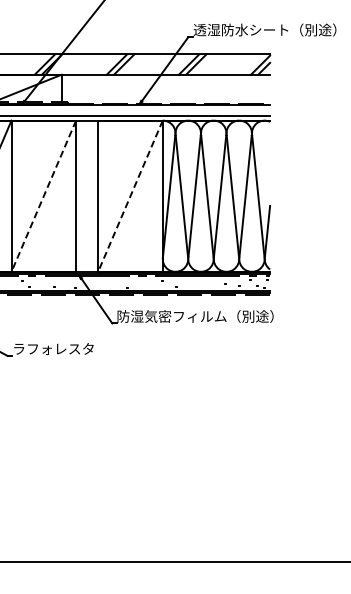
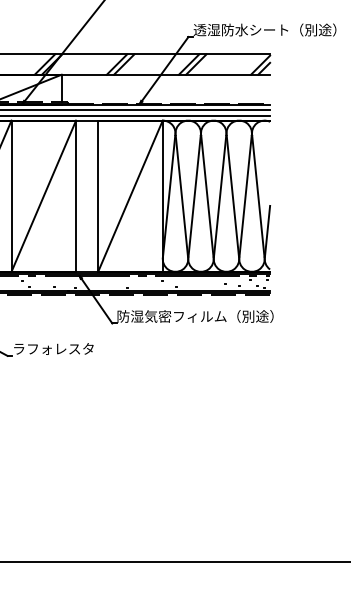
line at (136, 110): none -> present
line at (43, 196): dashed -> solid
line at (130, 196): dashed -> solid
